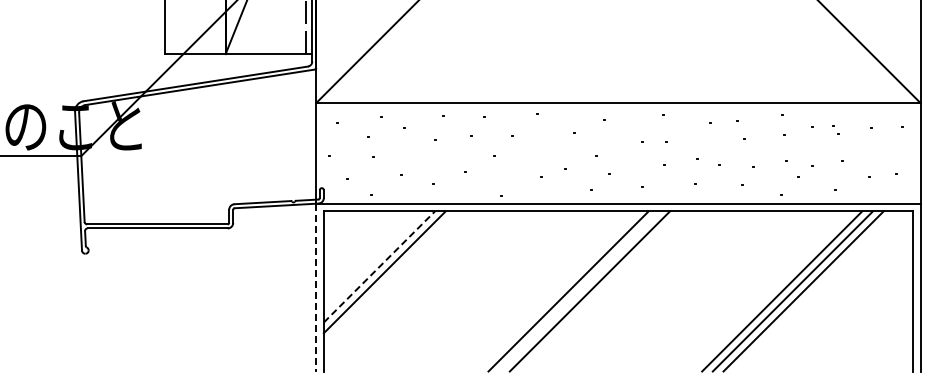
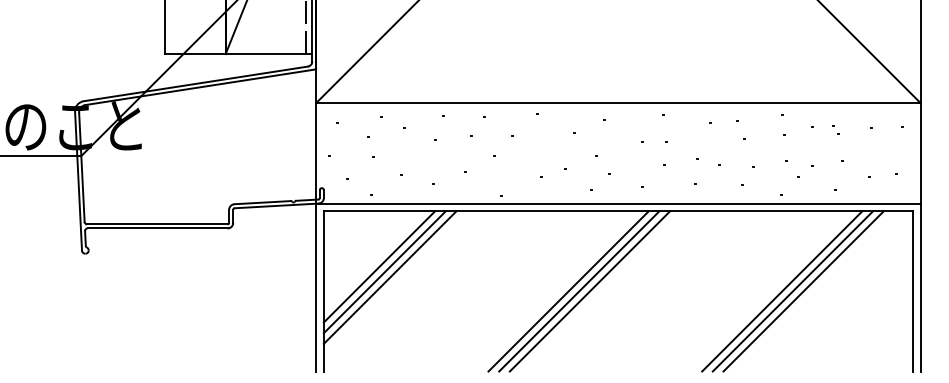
line at (379, 266): dashed -> solid
line at (389, 277): none -> present
line at (316, 287): dashed -> solid
line at (579, 291): none -> present
